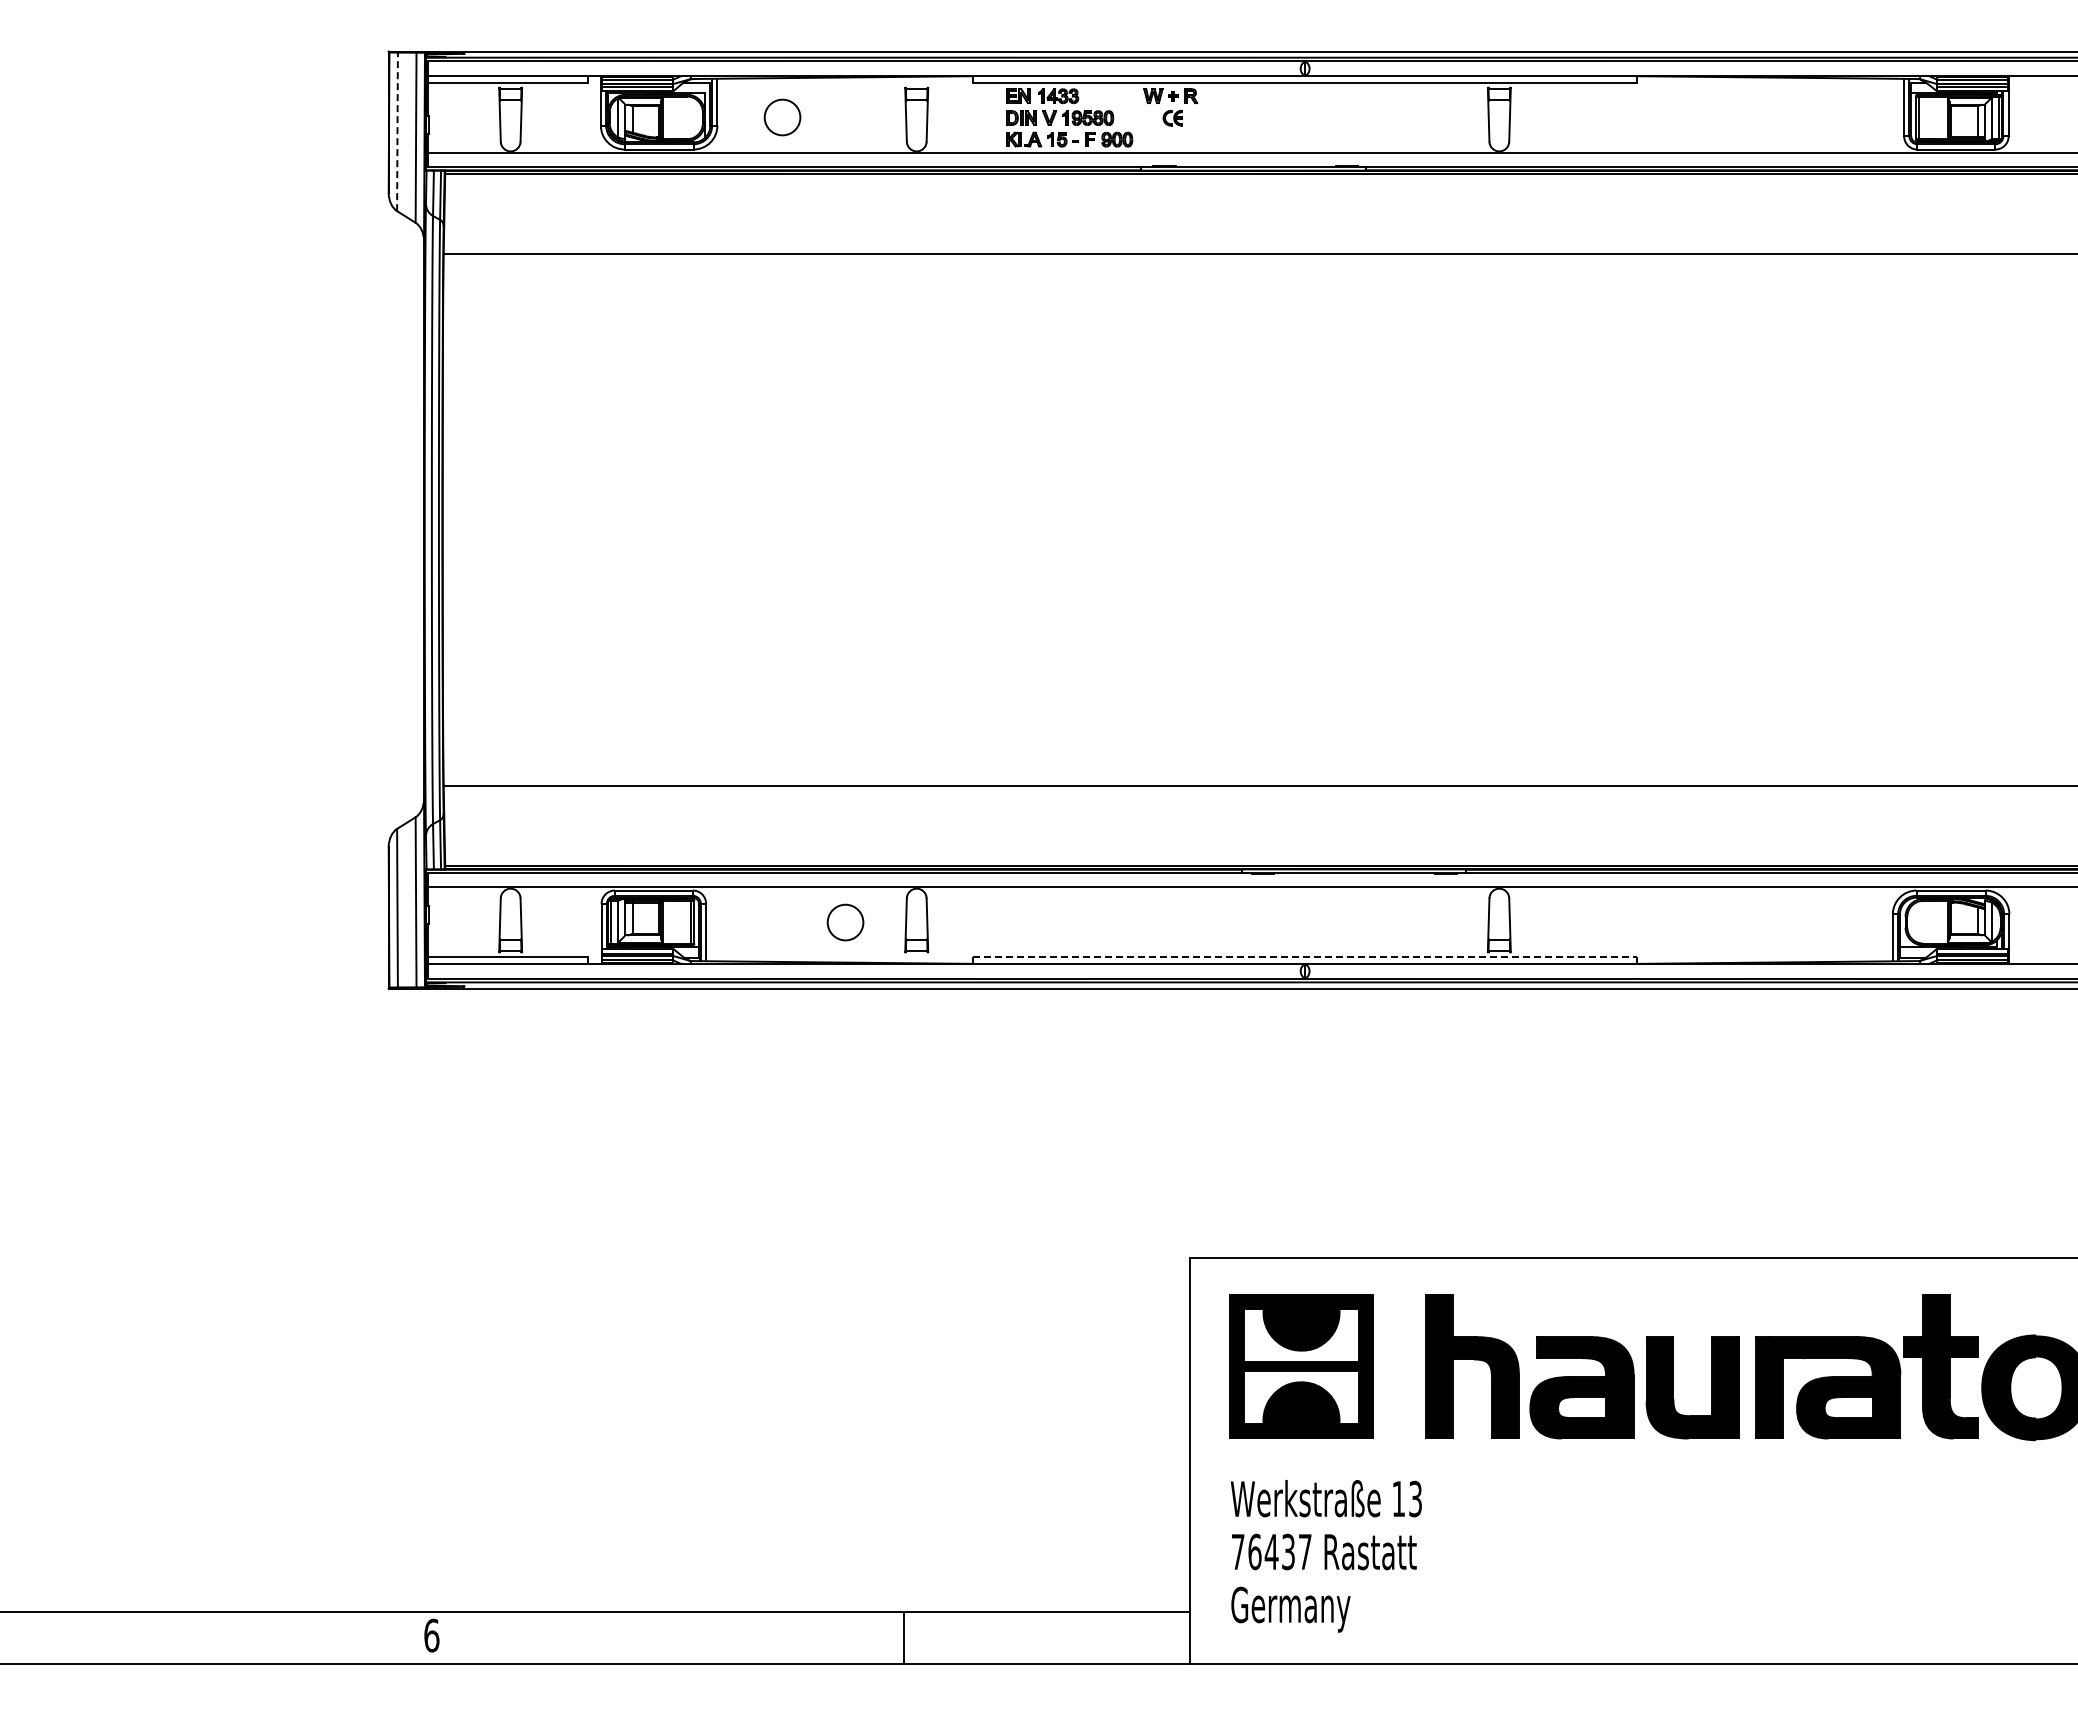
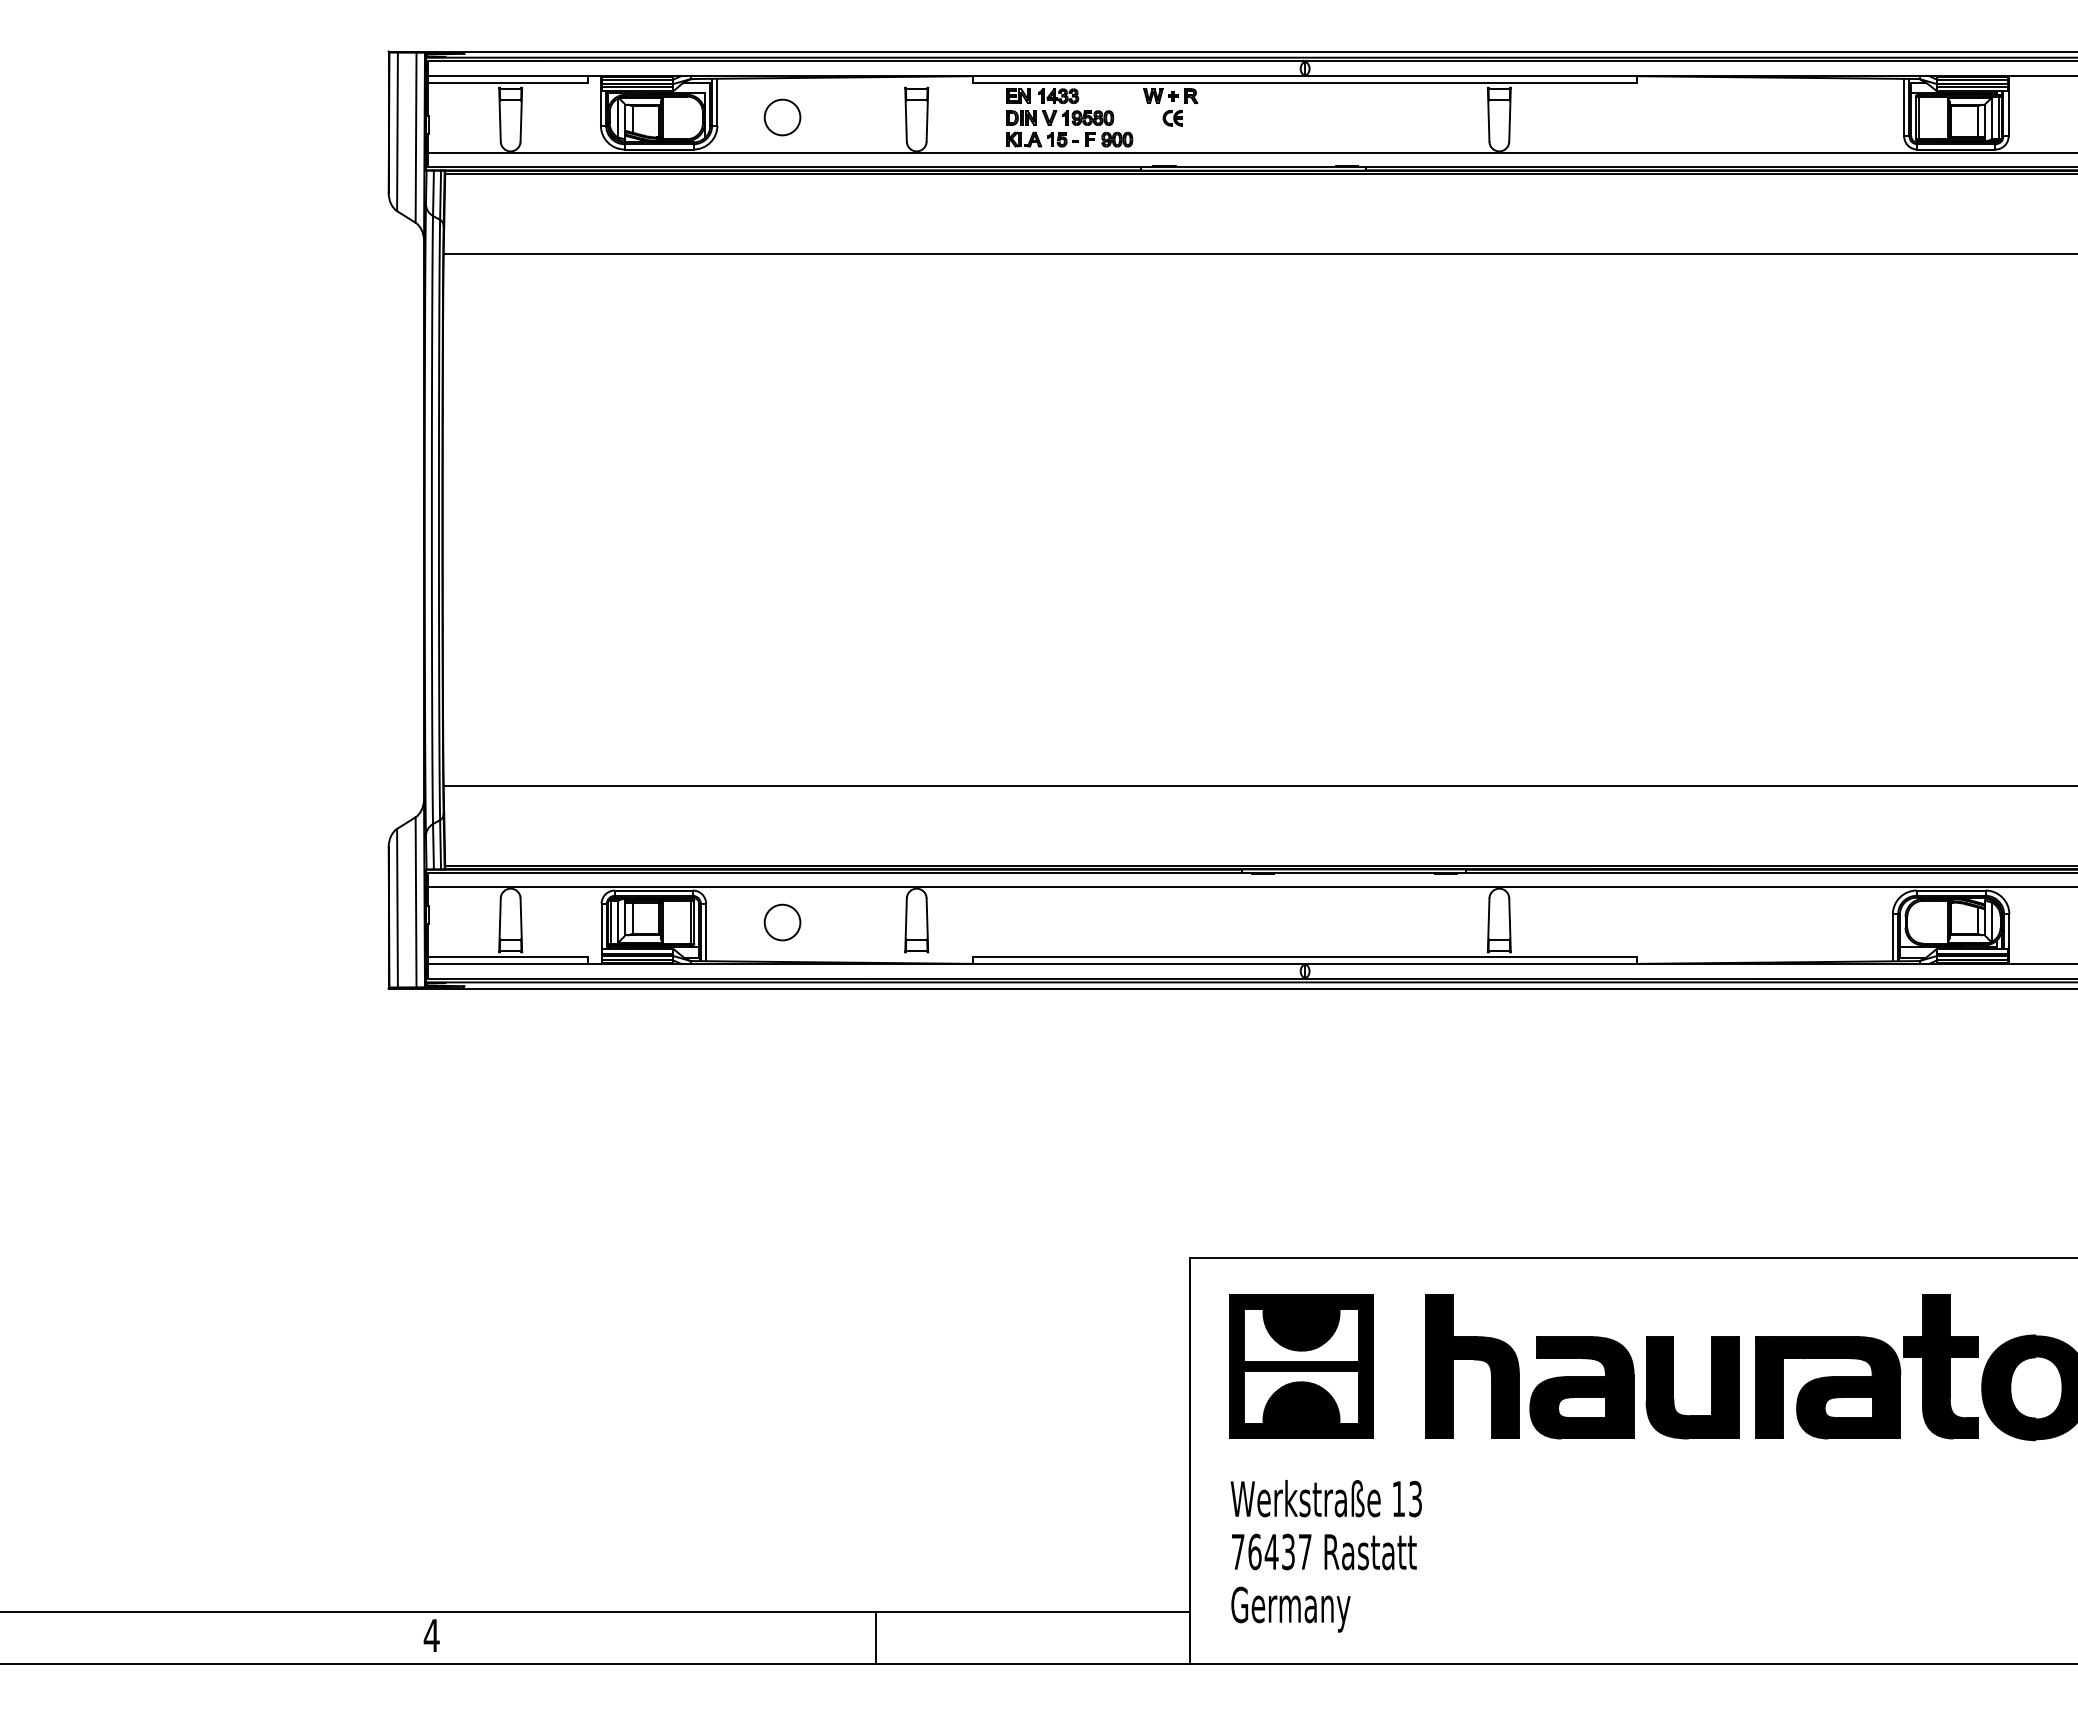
line at (397, 131): dashed -> solid
circle at (845, 922) position: (845, 922) -> (782, 922)
line at (1305, 956): dashed -> solid
text at (431, 1635): 6 -> 4
line at (903, 1637) position: (903, 1637) -> (875, 1637)
